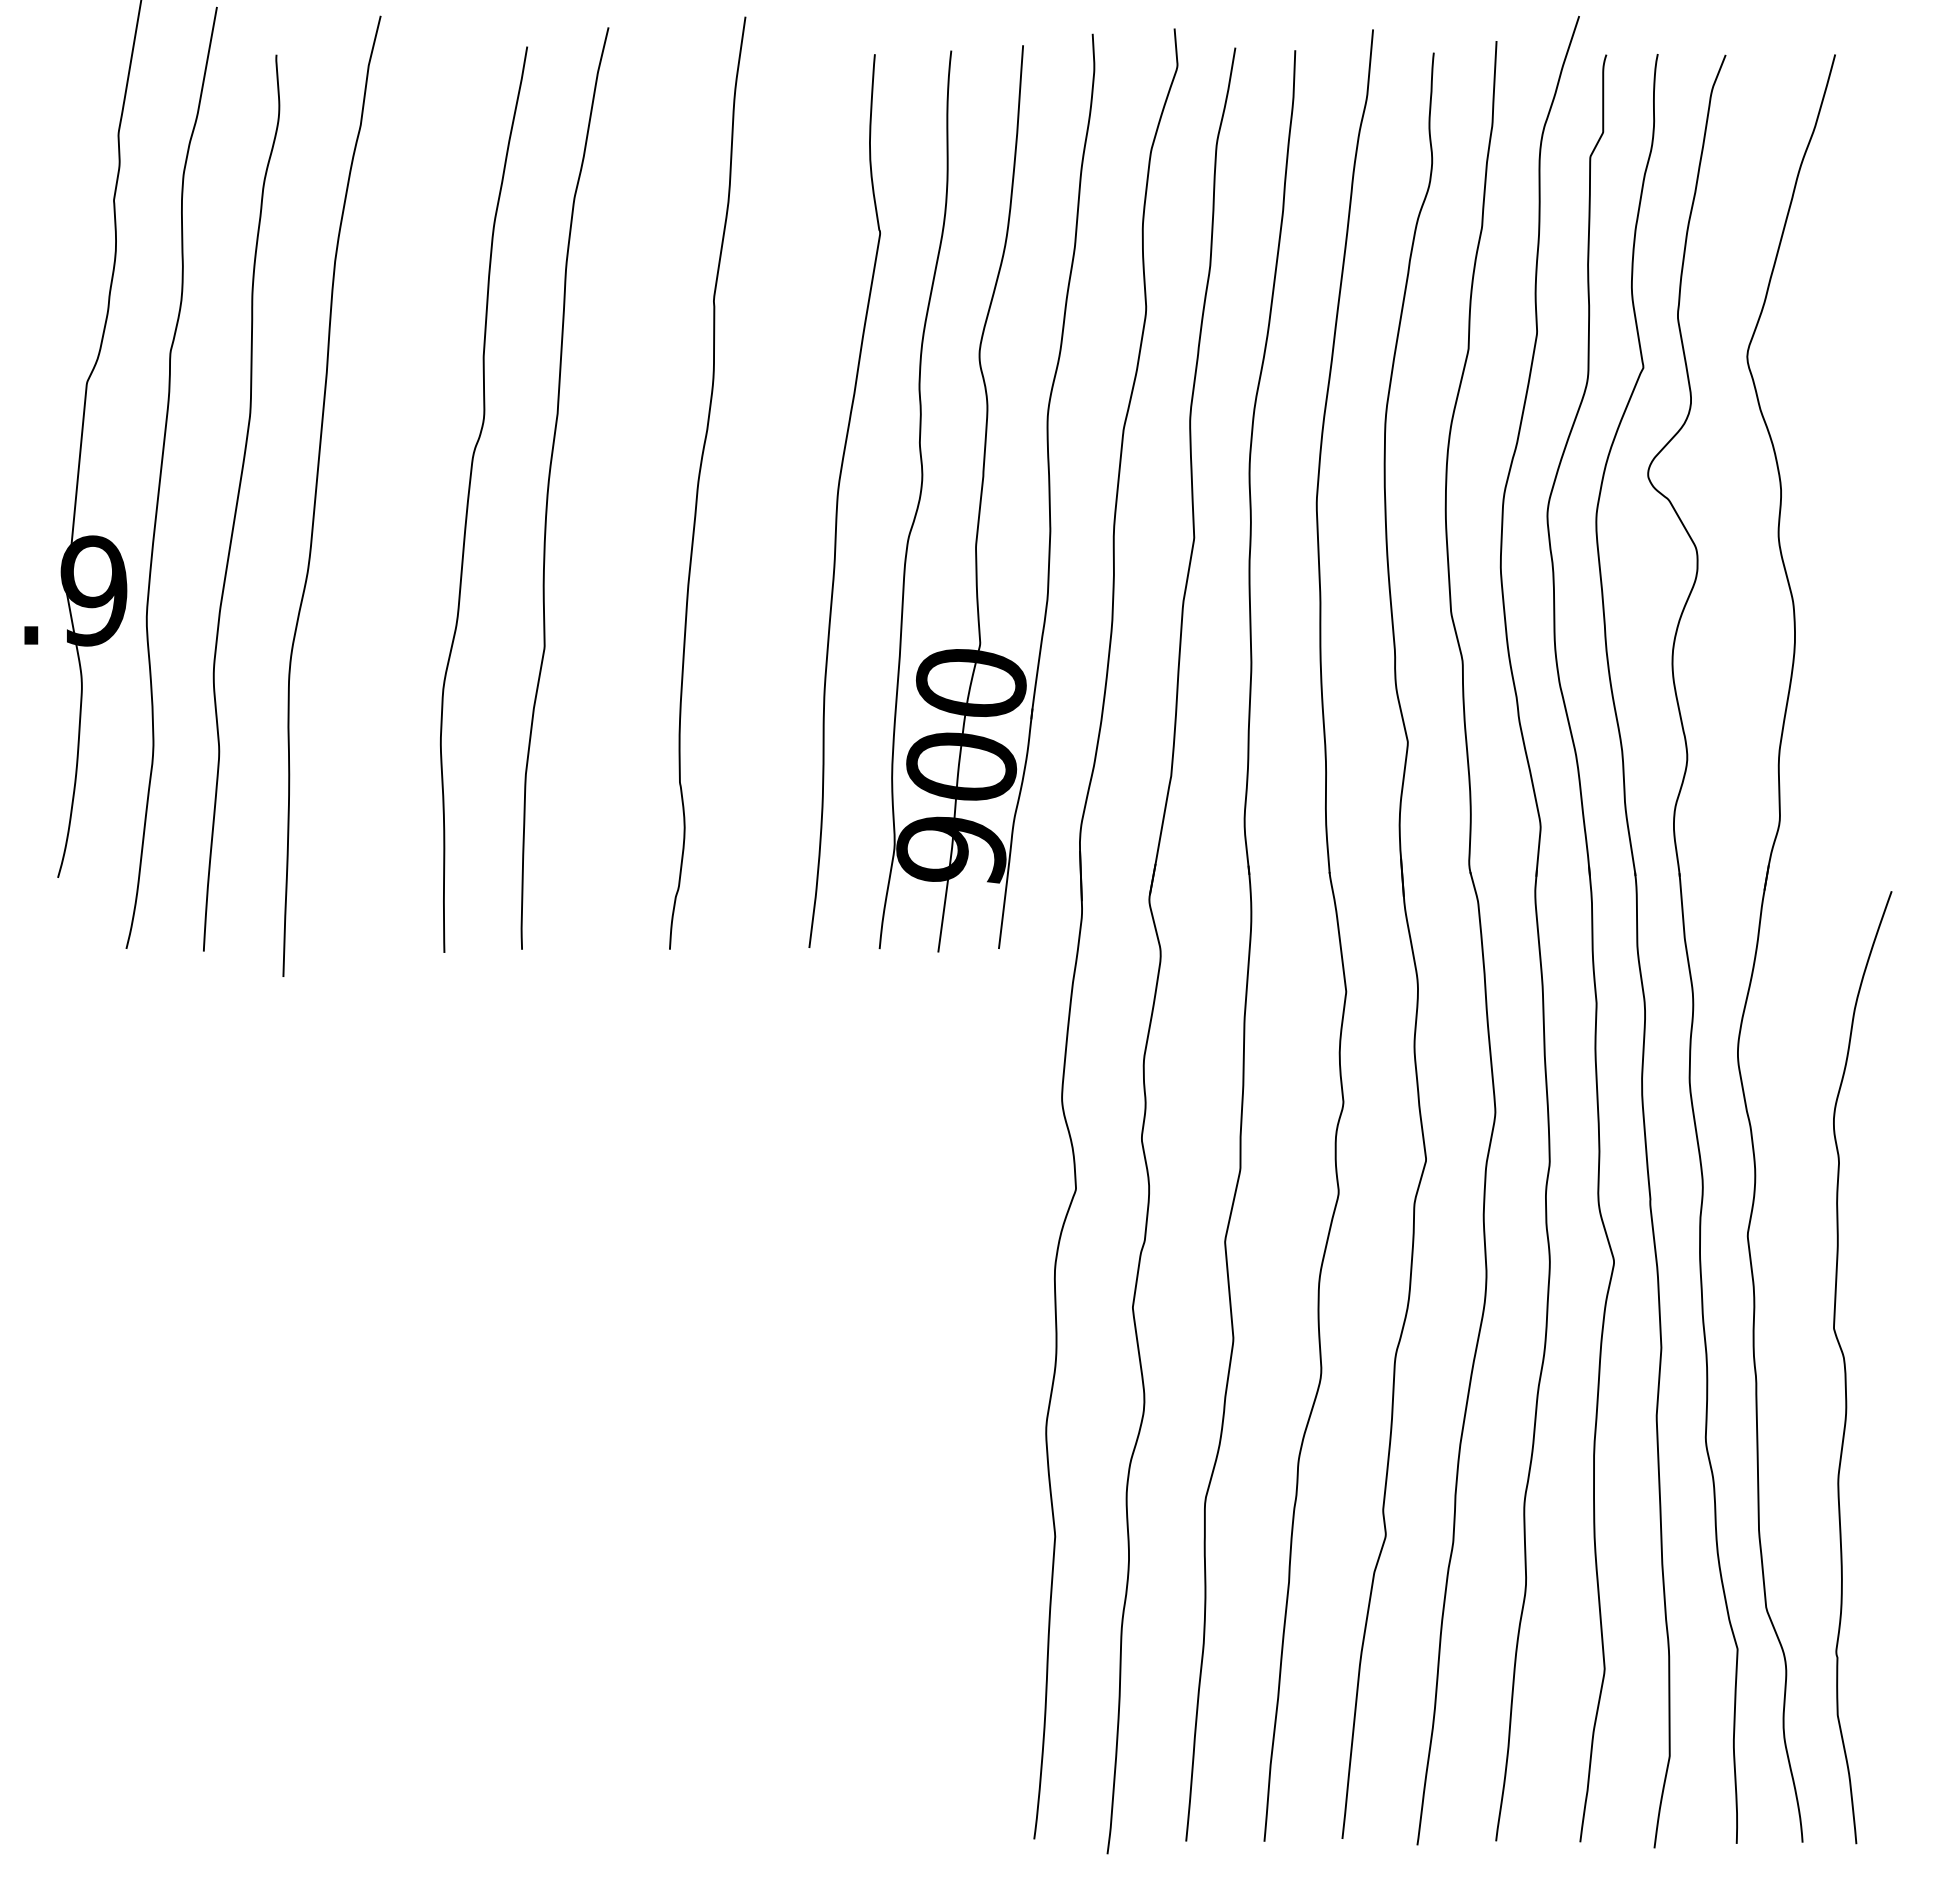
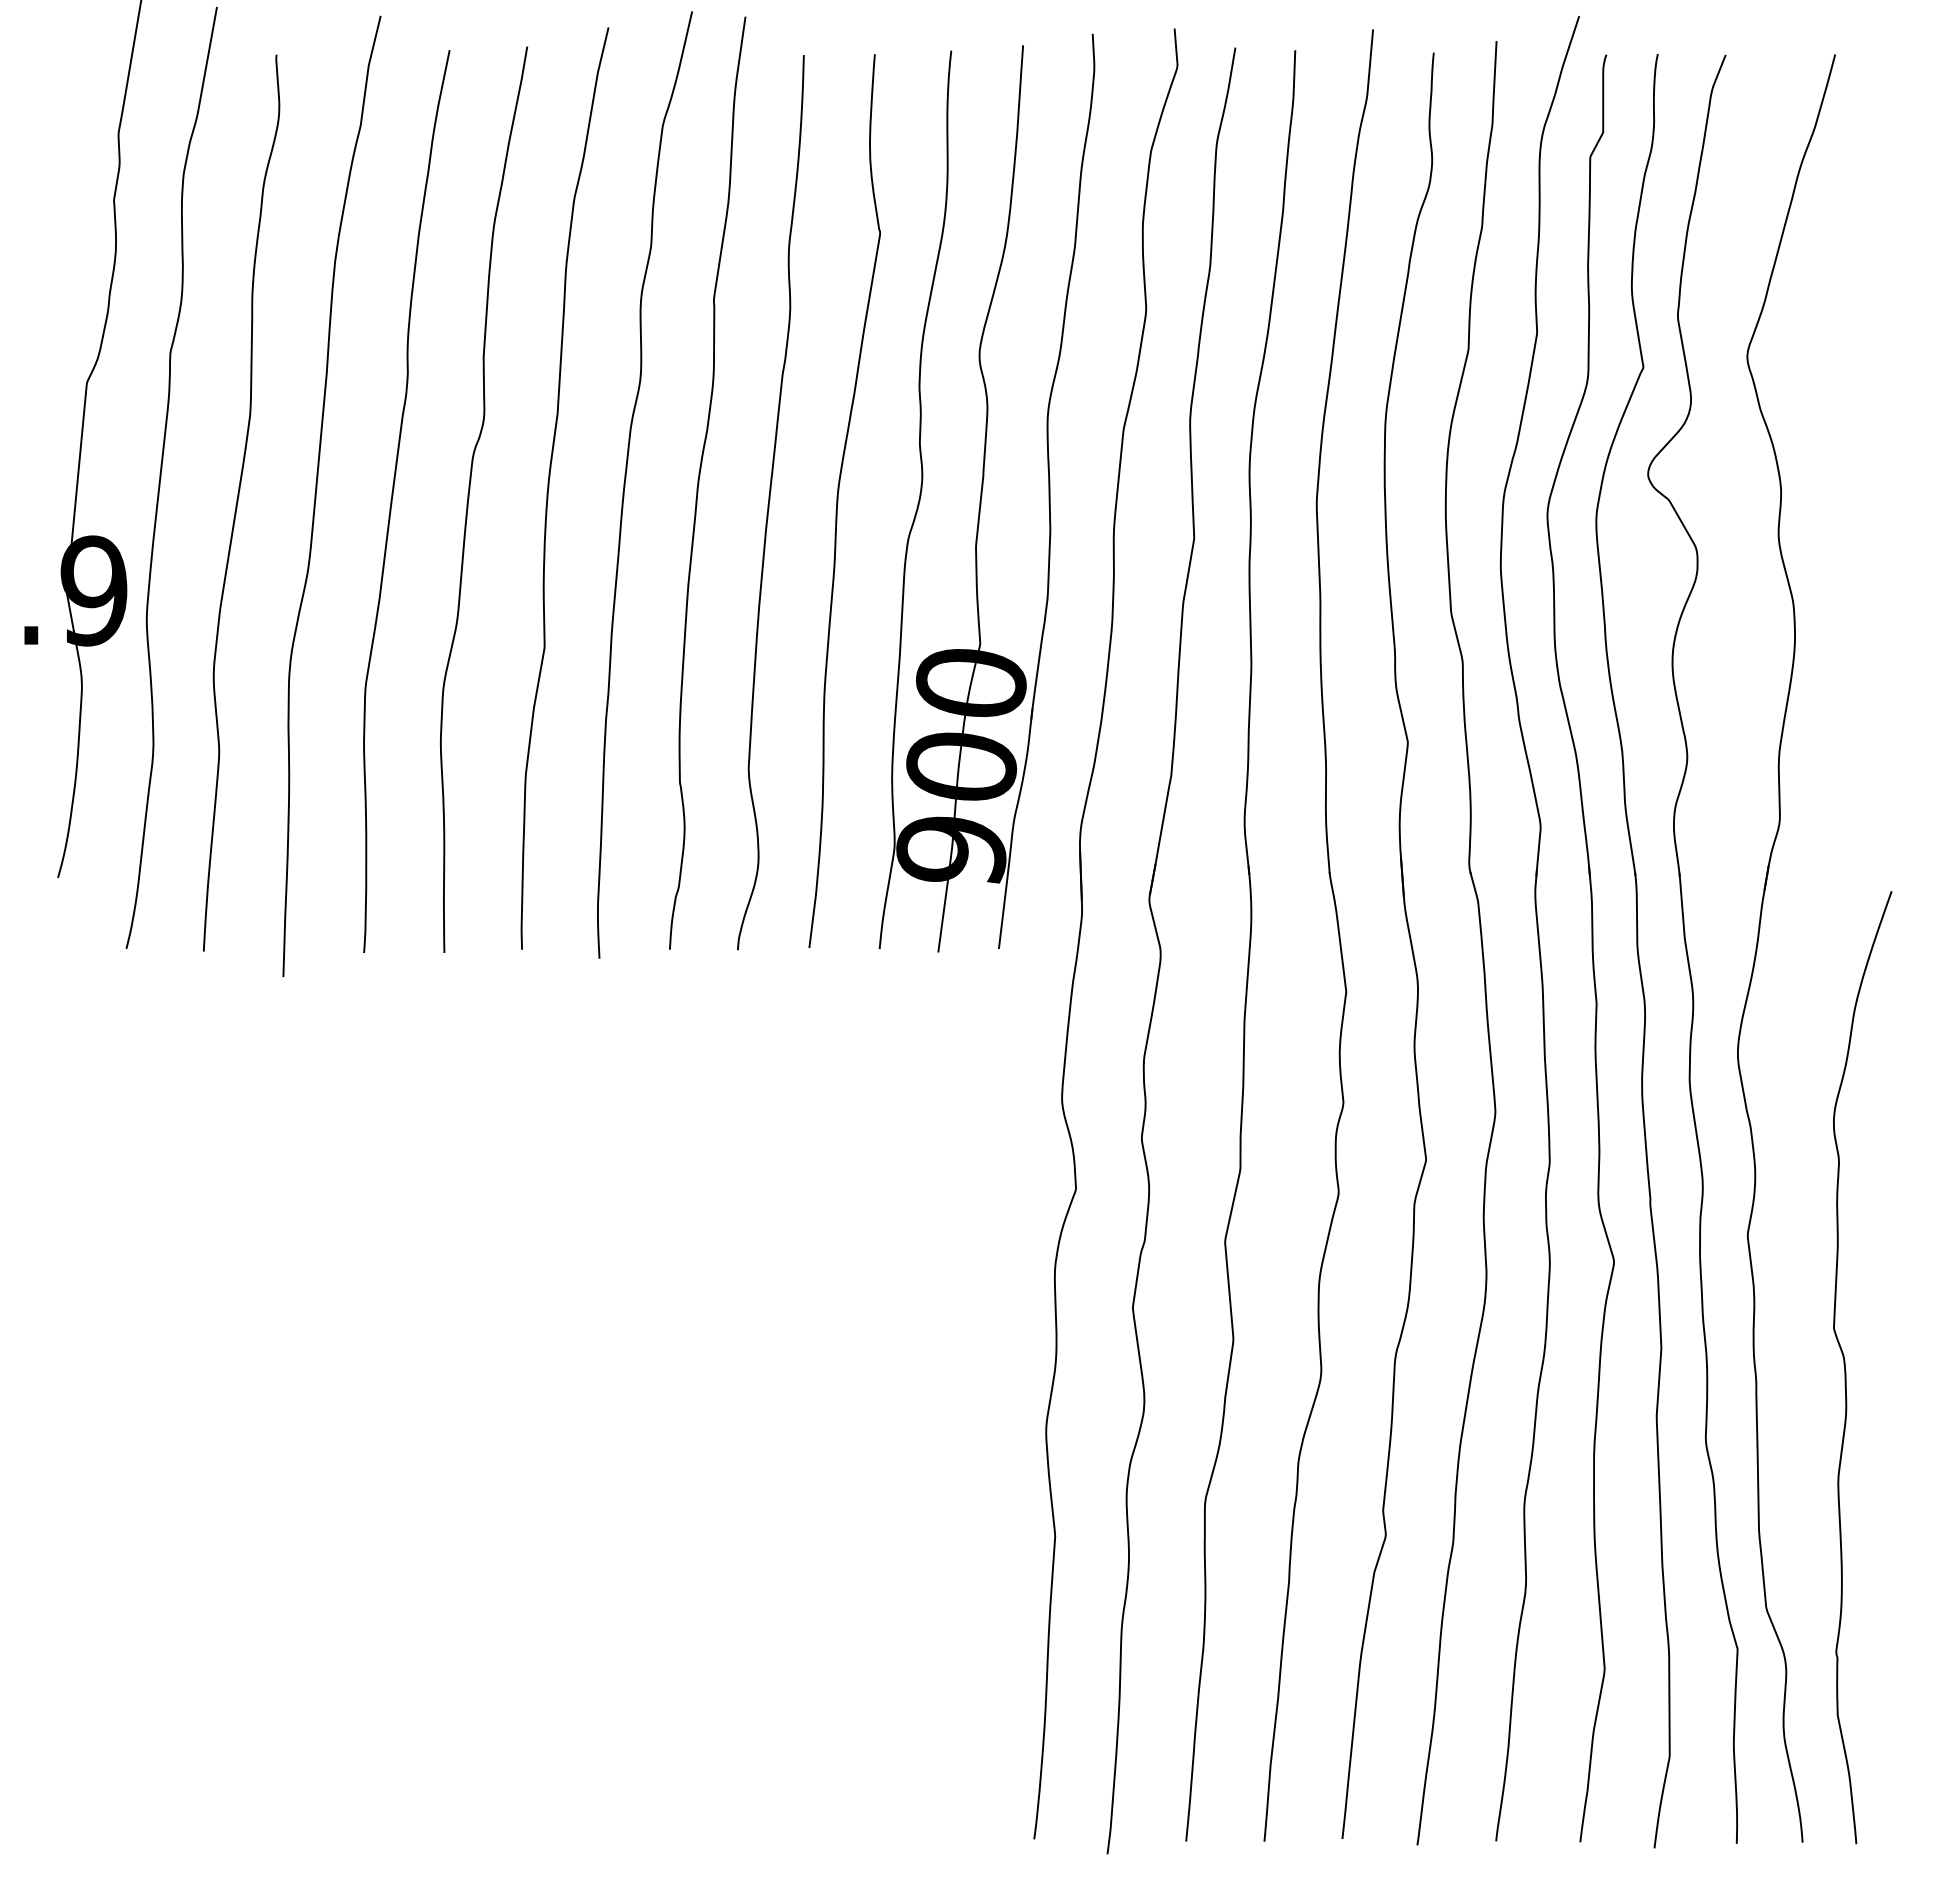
curve at (626, 478): none -> present
curve at (393, 496): none -> present
curve at (769, 502): none -> present
